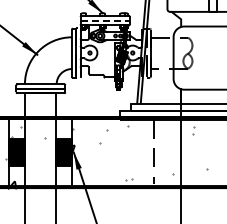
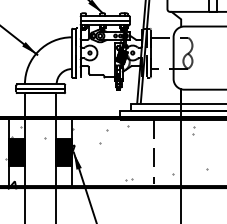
line at (105, 20): dashed -> solid
